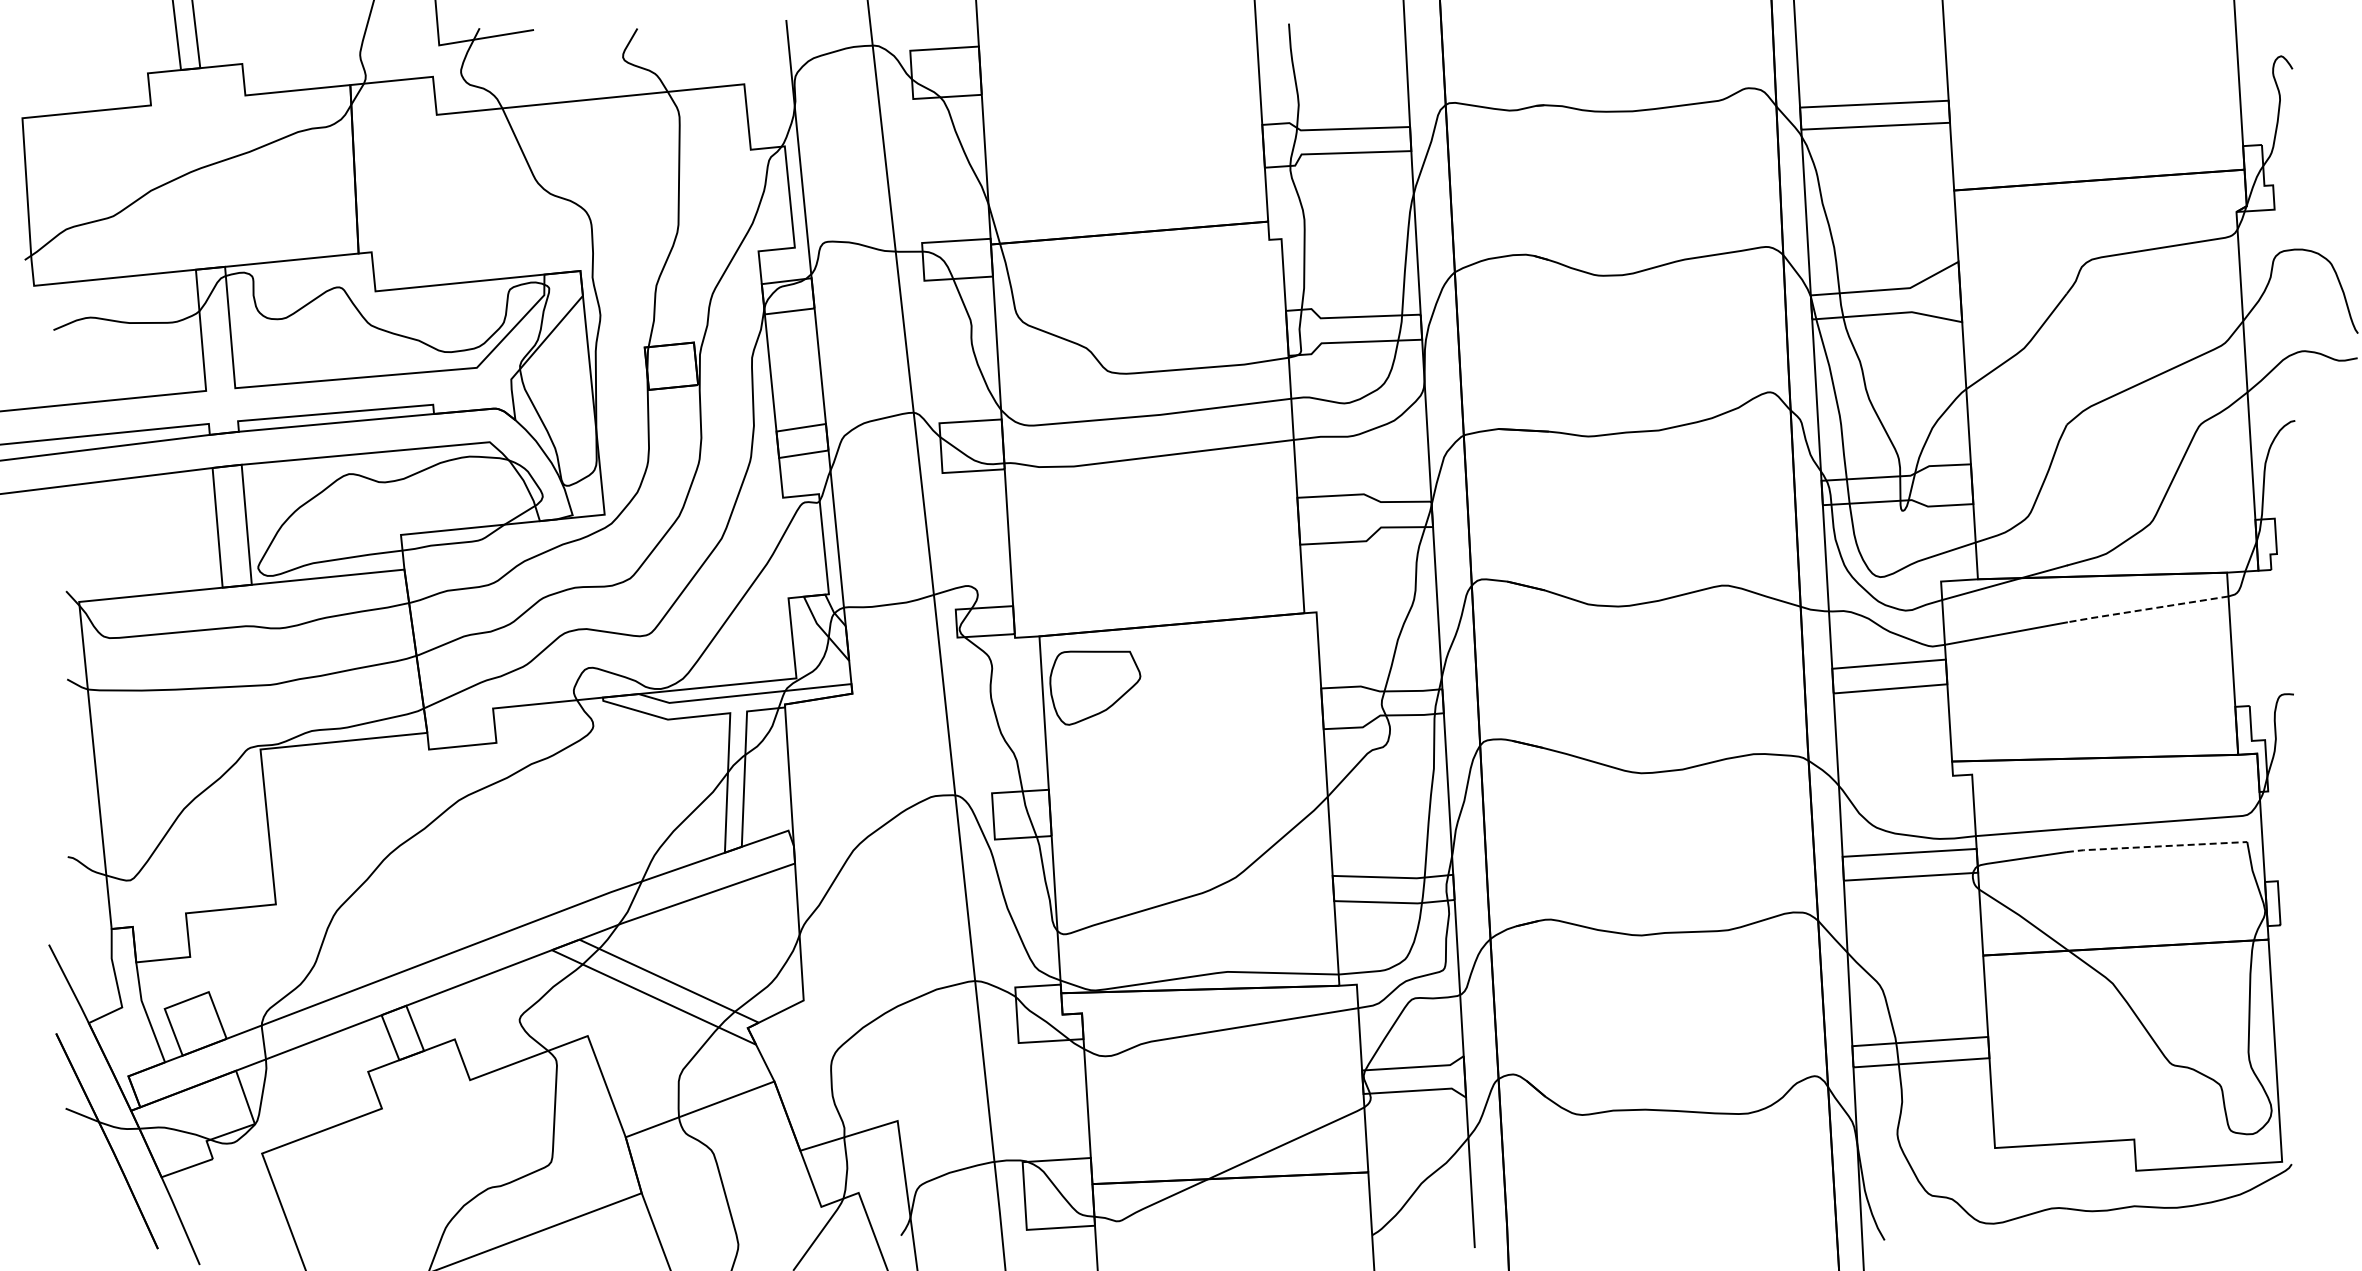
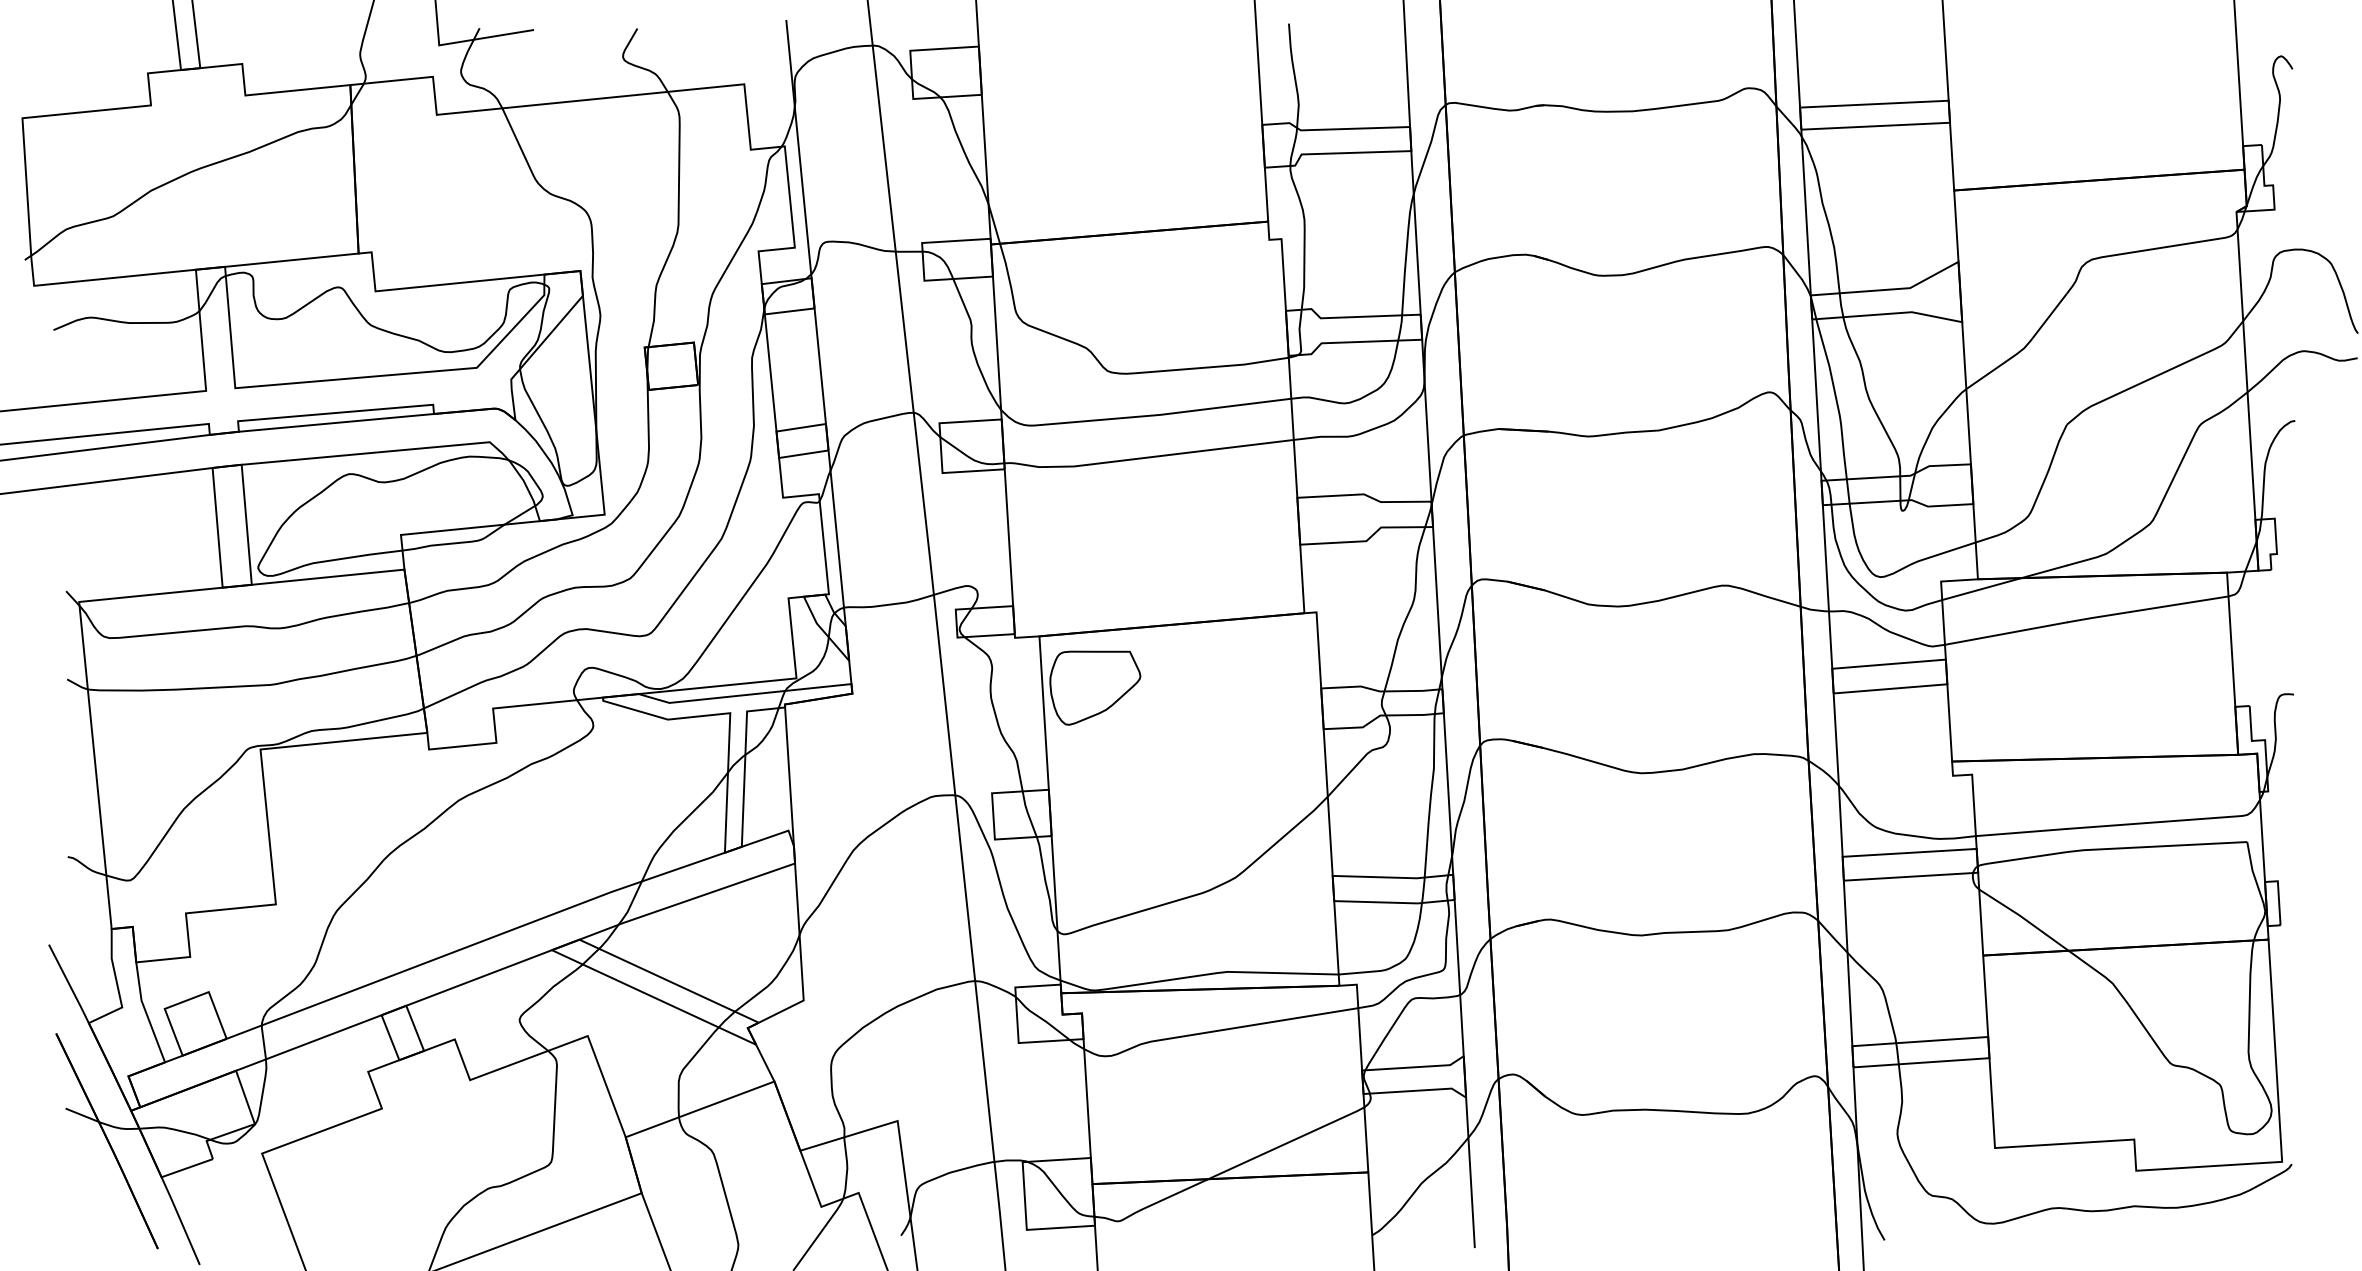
line at (2146, 609): dashed -> solid
line at (2156, 846): dashed -> solid
